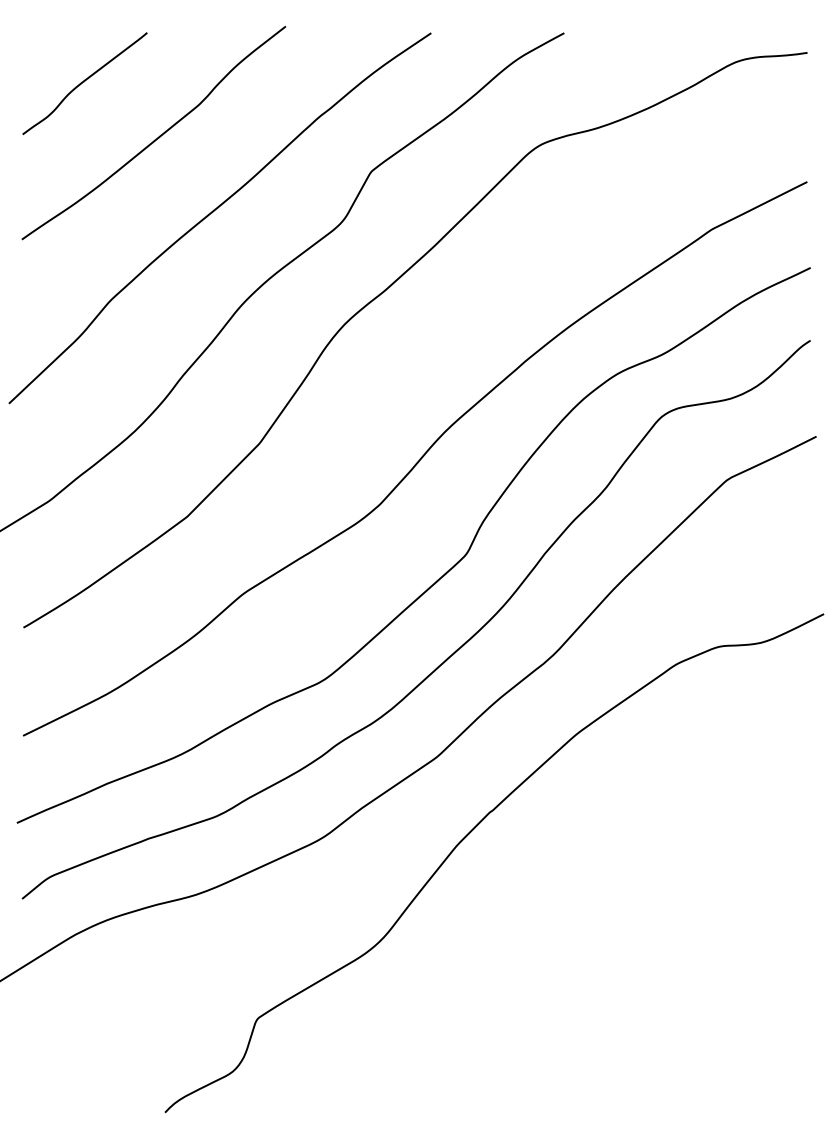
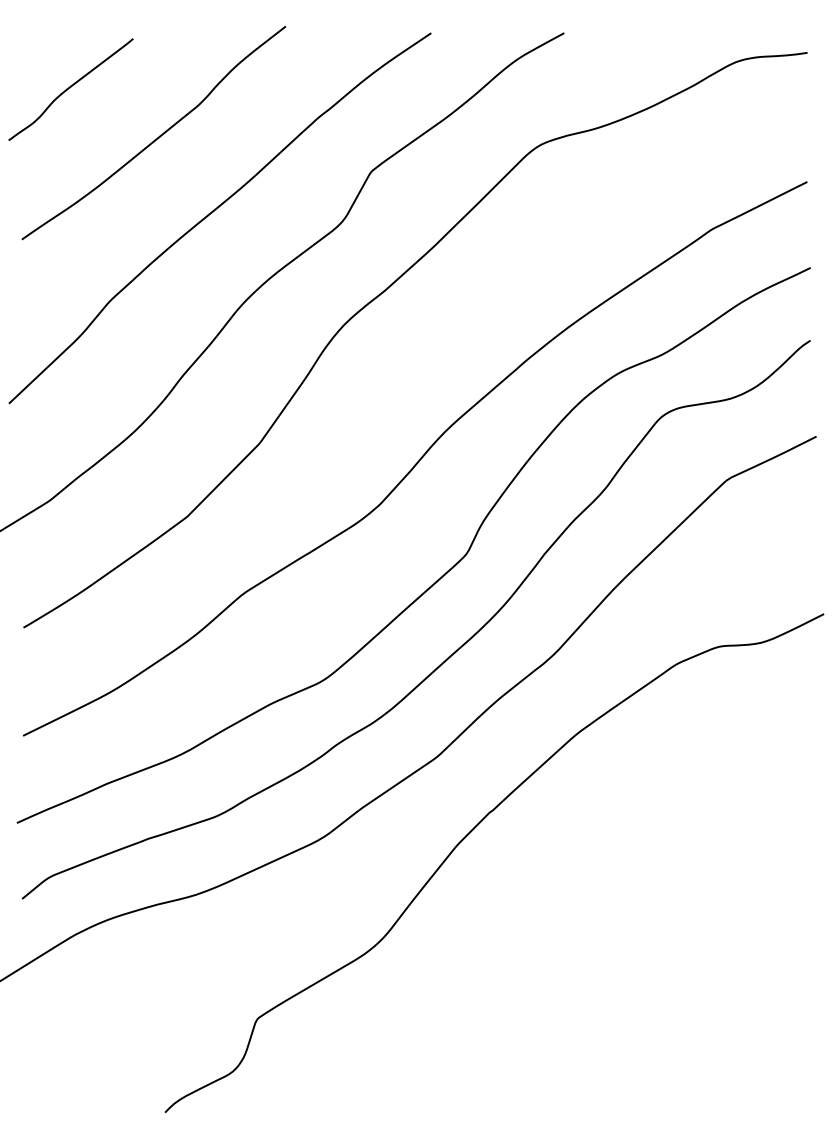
curve at (84, 82) position: (84, 82) -> (70, 88)
